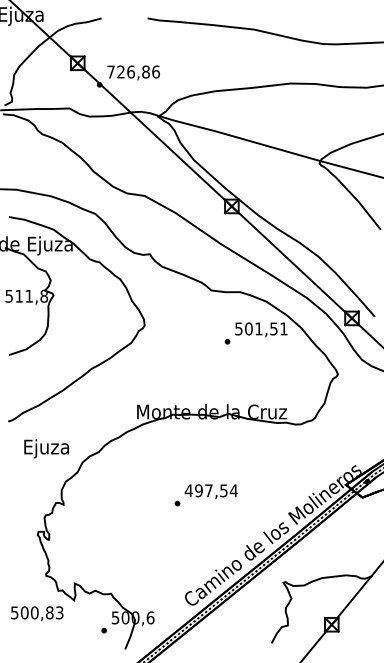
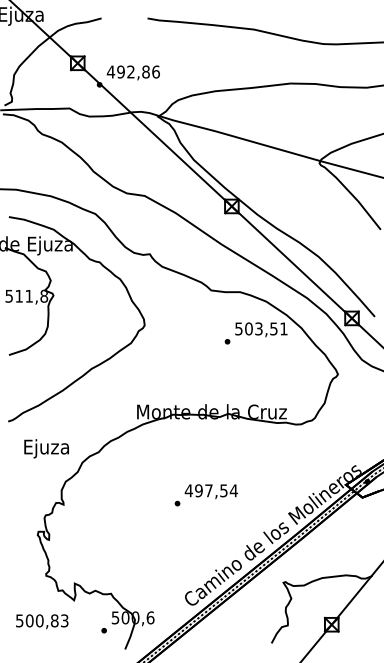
text at (120, 71): 726,86 -> 492,86
text at (258, 328): 501,51 -> 503,51
text at (37, 613) position: (37, 613) -> (42, 621)
